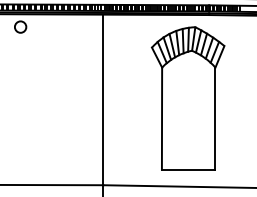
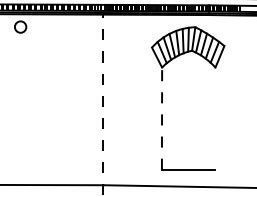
line at (103, 105): solid -> dashed
line at (162, 118): solid -> dashed
line at (215, 118): present -> none
